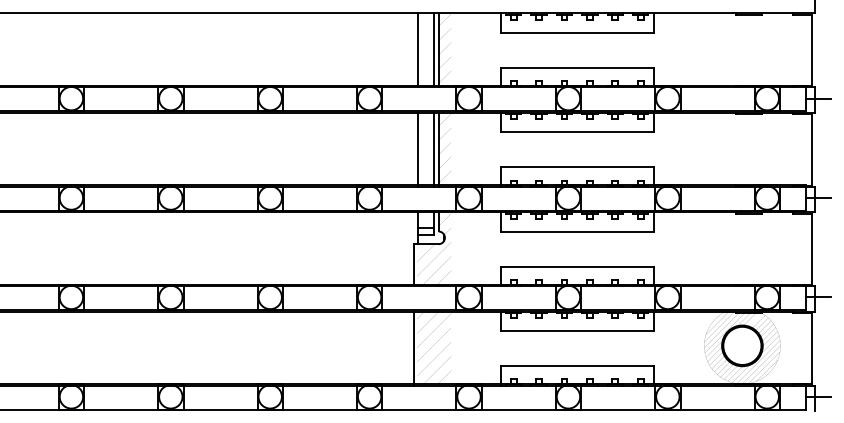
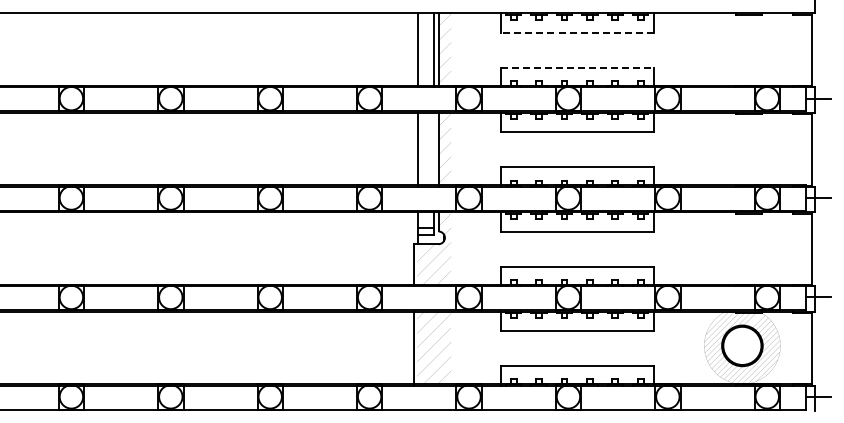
line at (576, 33): solid -> dashed
line at (577, 67): solid -> dashed
line at (433, 149): present -> none
